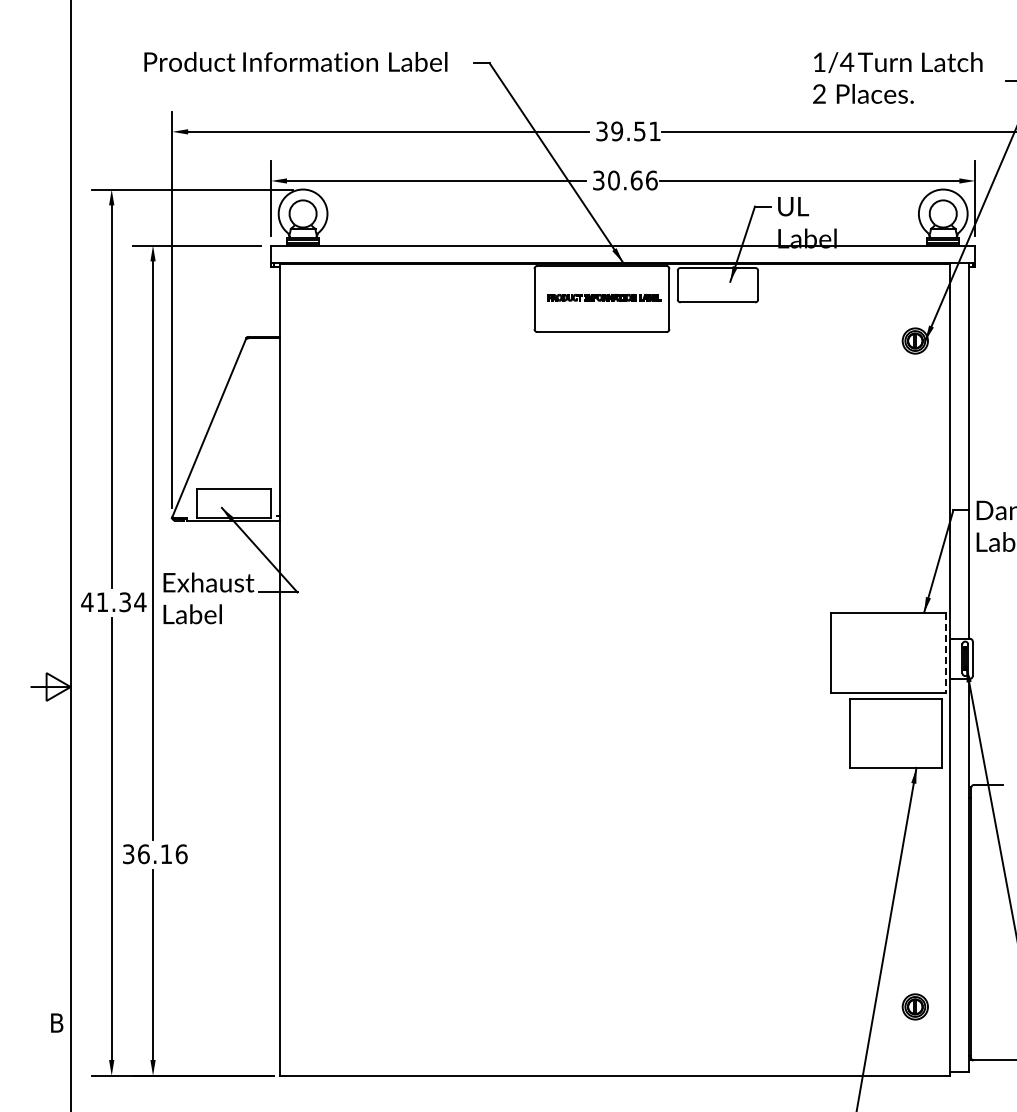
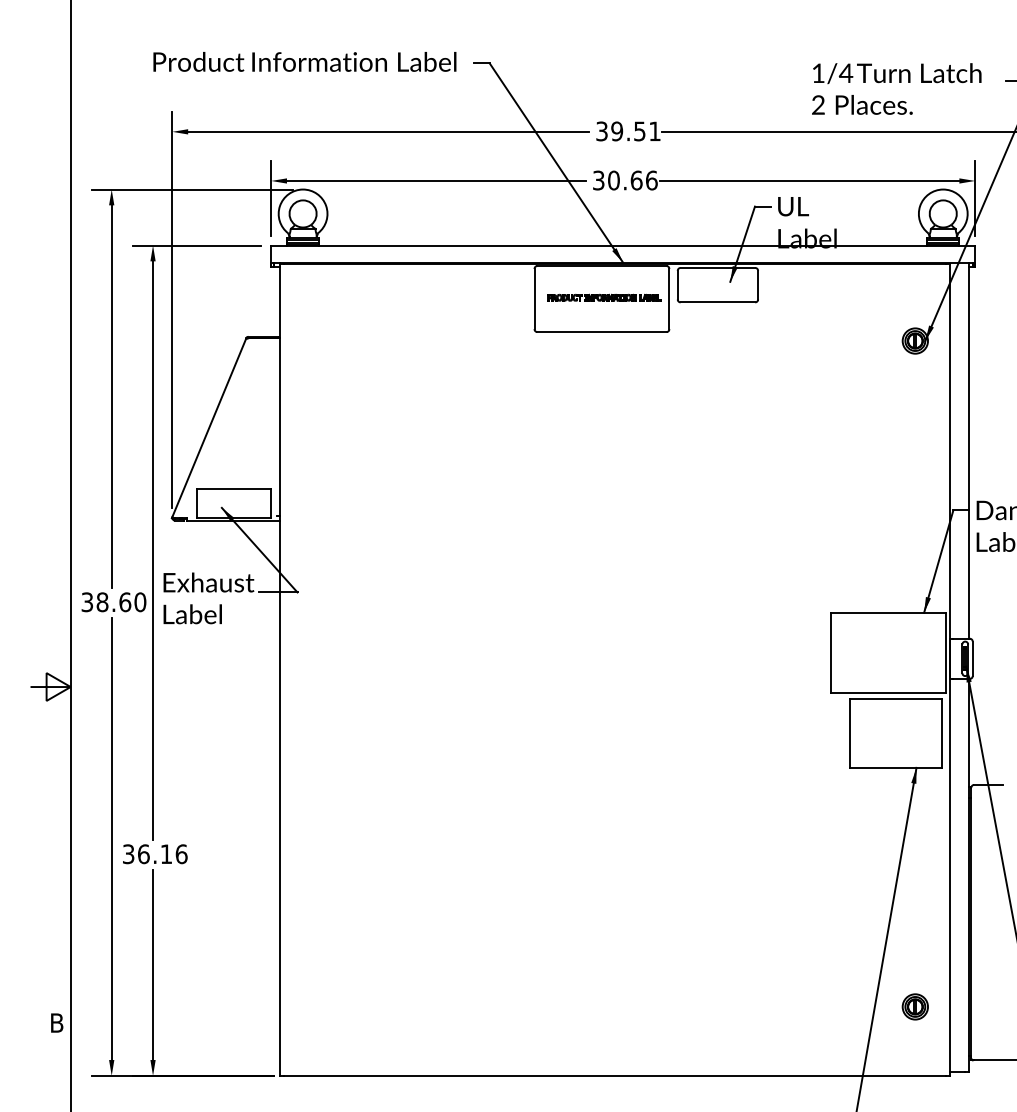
text at (295, 61) position: (295, 61) -> (304, 61)
text at (897, 77) position: (897, 77) -> (896, 88)
text at (113, 602): 41.34 -> 38.60
line at (945, 653): dashed -> solid
